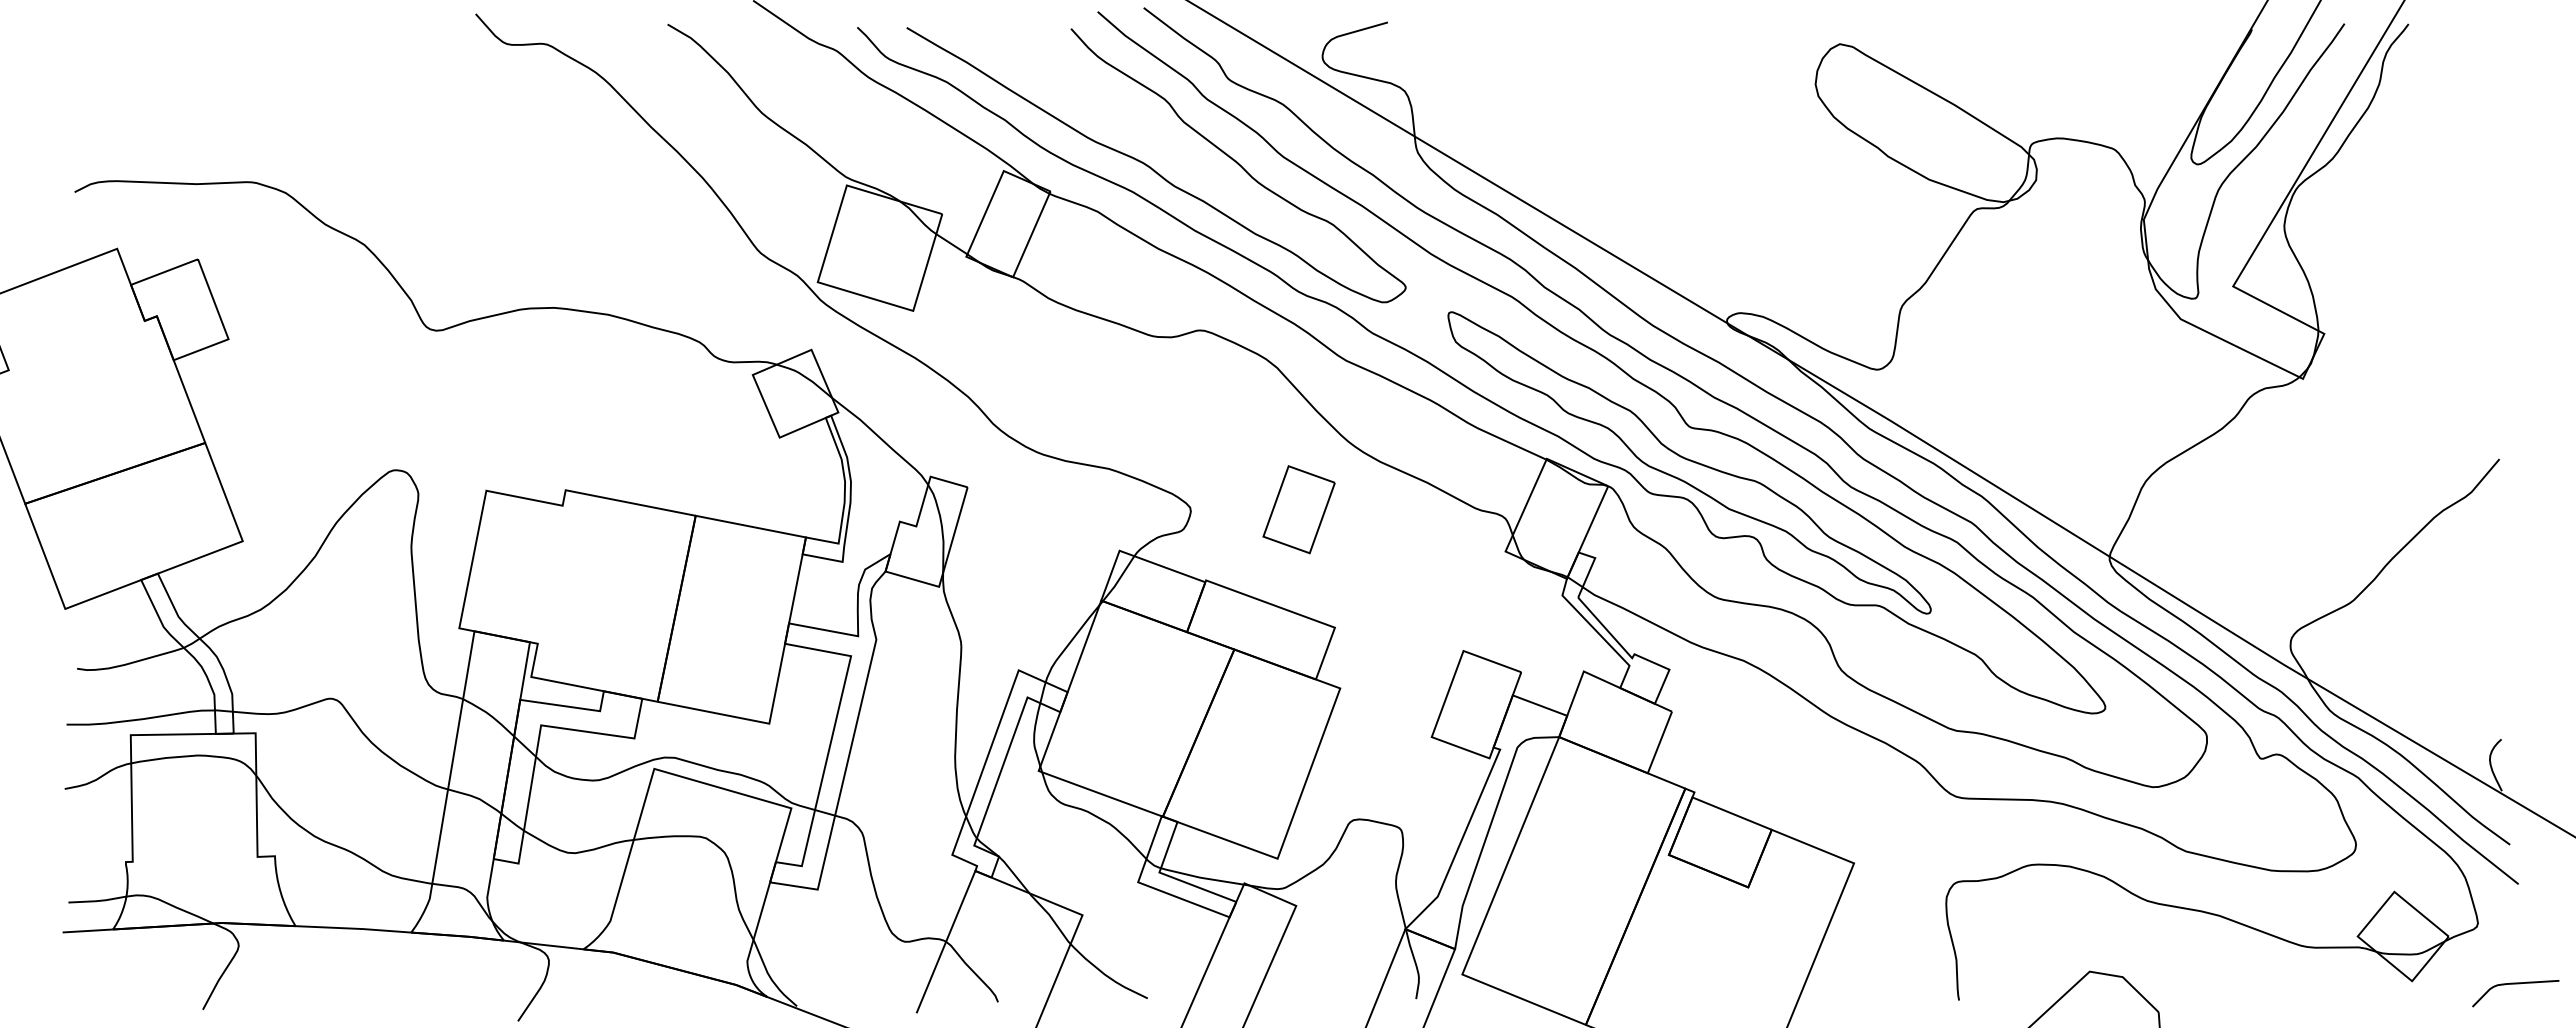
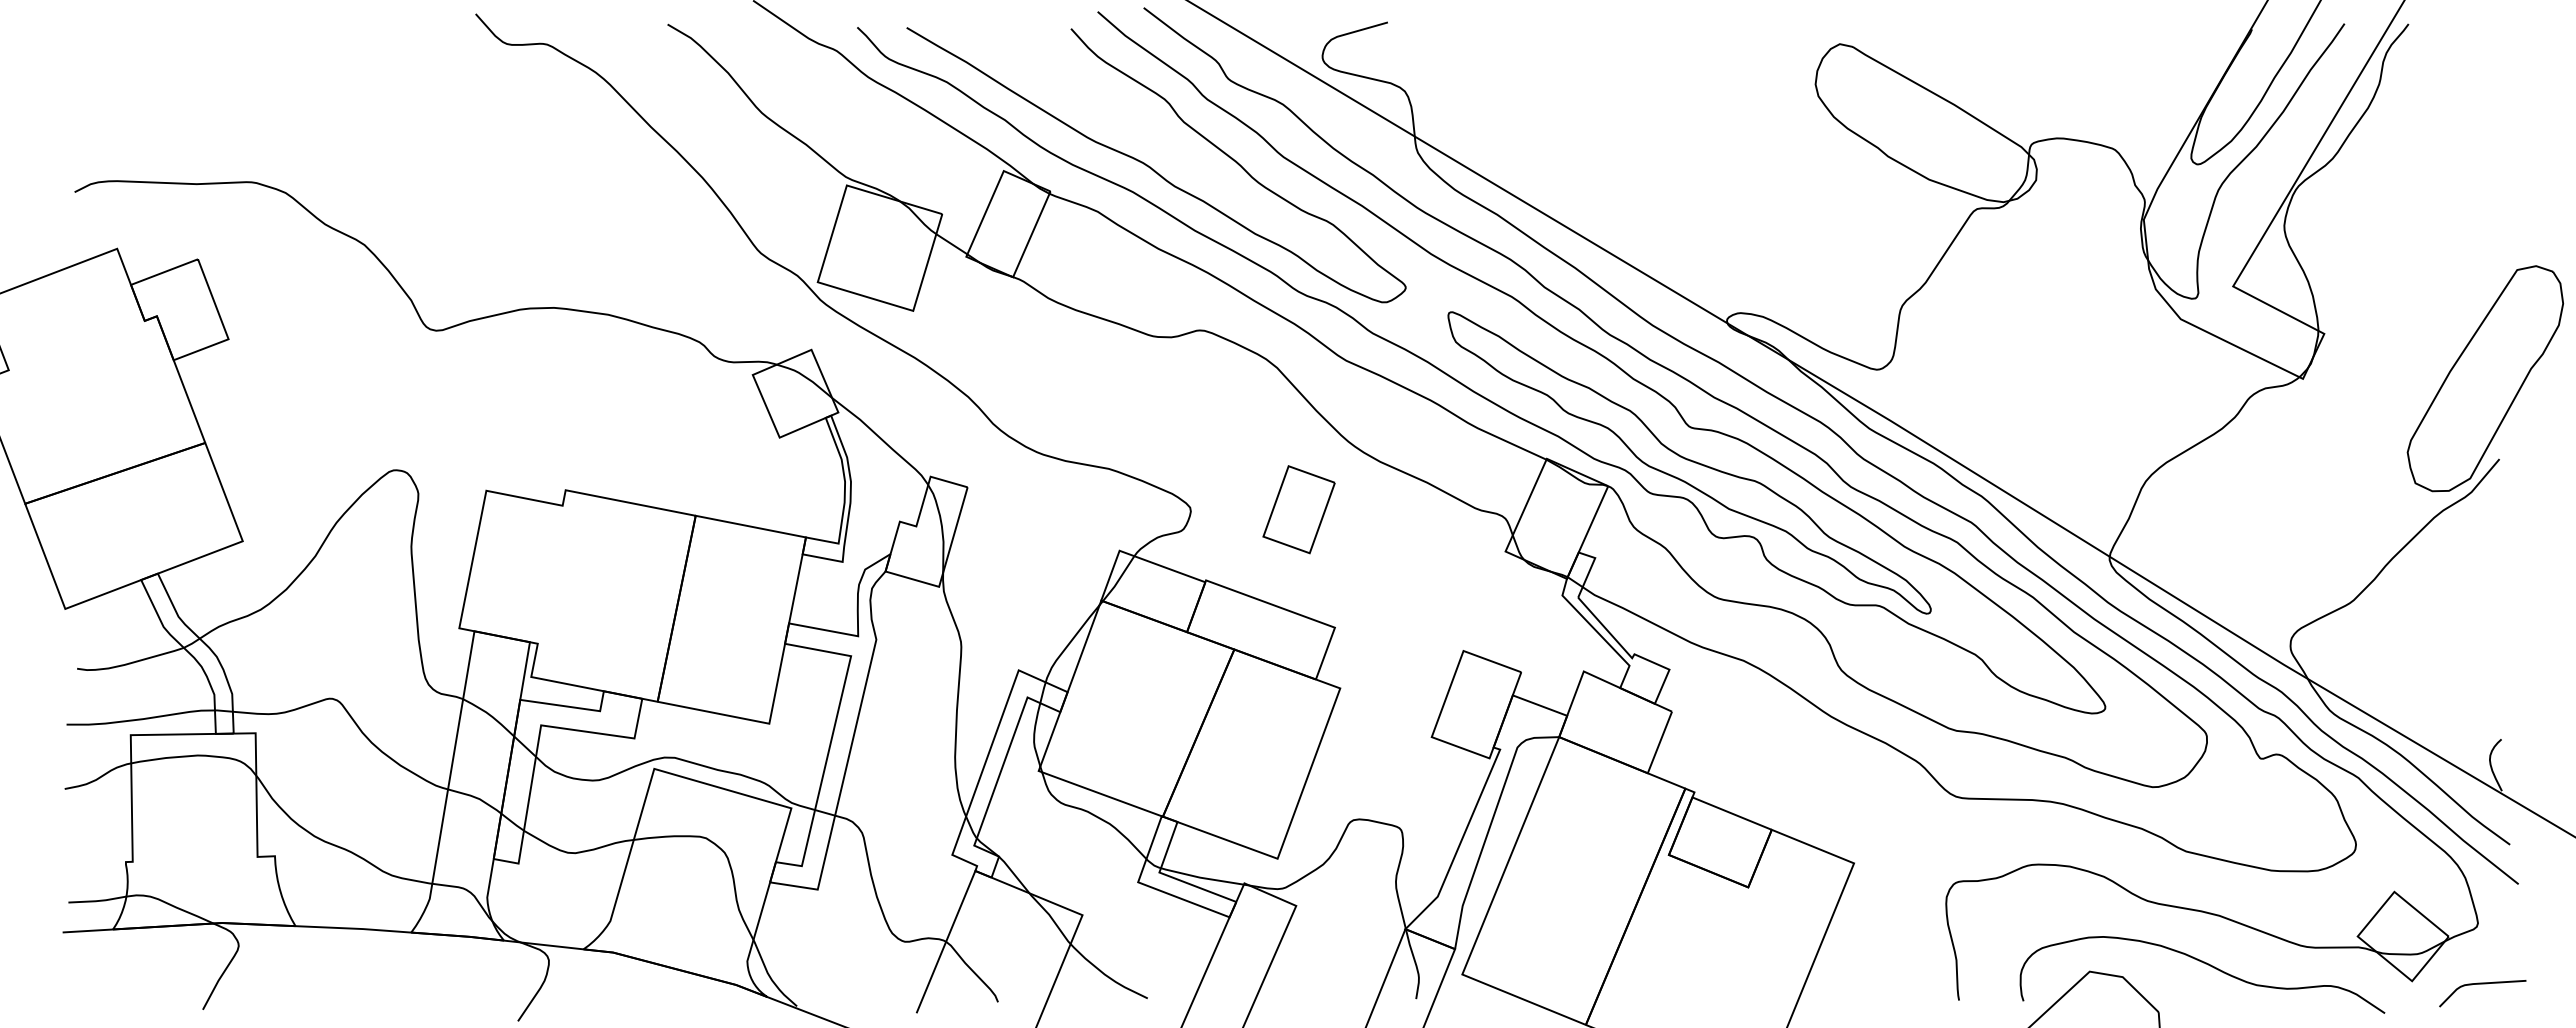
part at (2485, 378): none -> present
curve at (2205, 964): none -> present
curve at (2515, 984) position: (2515, 984) -> (2482, 984)
